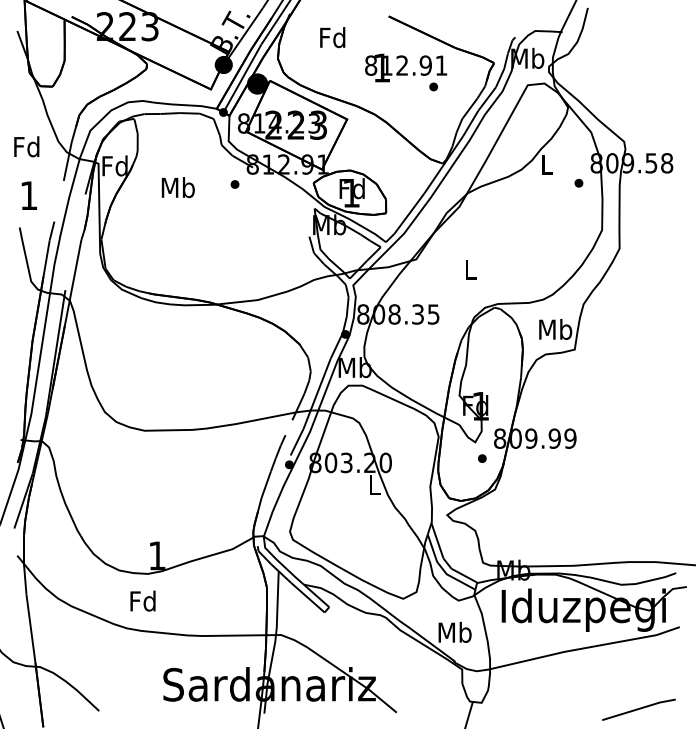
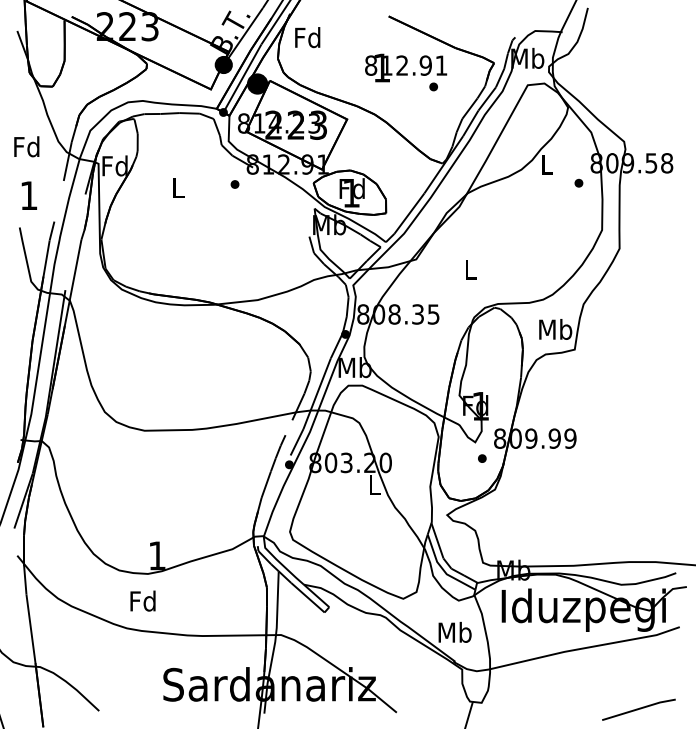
text at (332, 37) position: (332, 37) -> (307, 37)
text at (177, 187): Mb -> L
